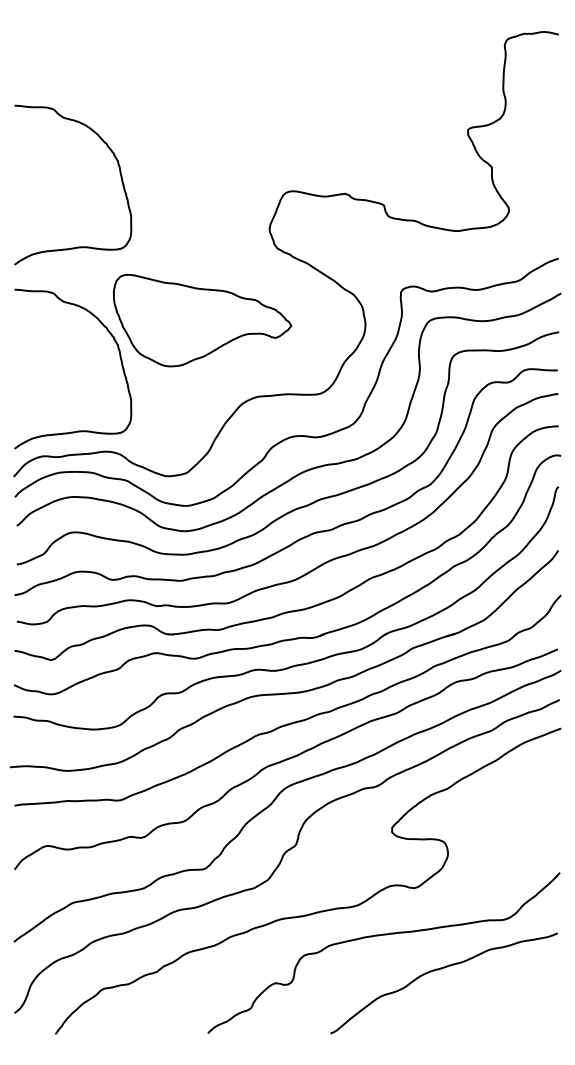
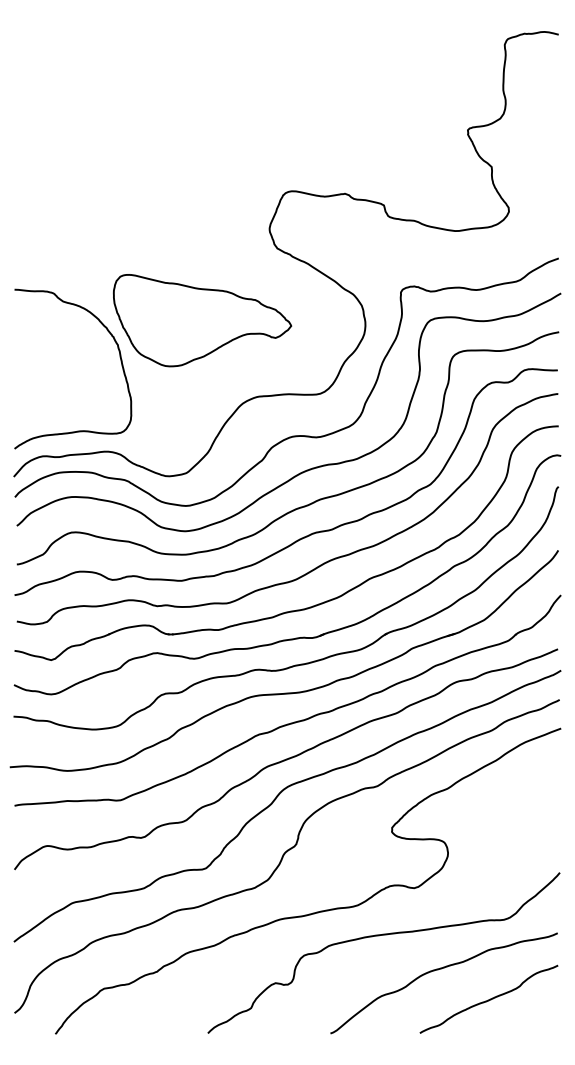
curve at (119, 173): present -> none
curve at (488, 999): none -> present
